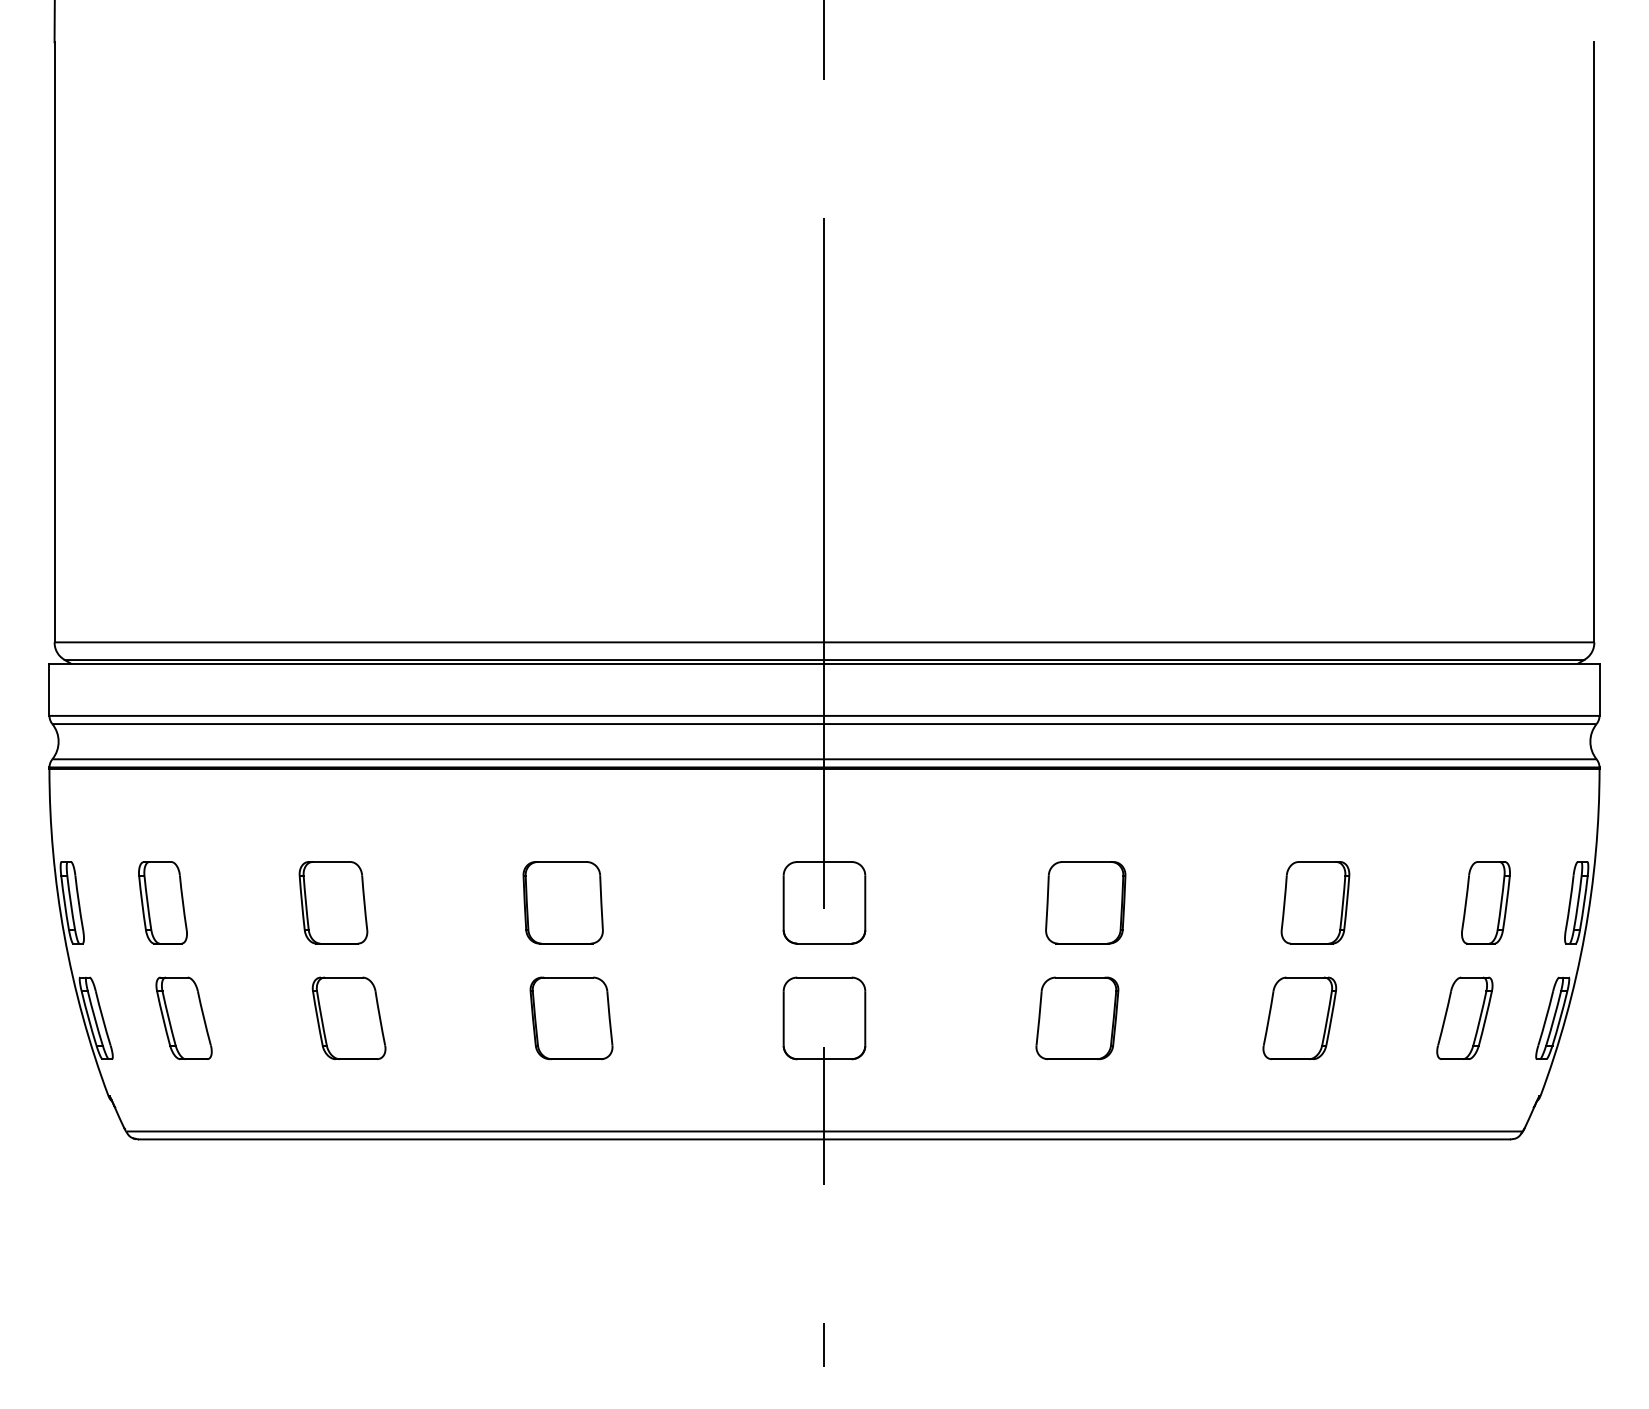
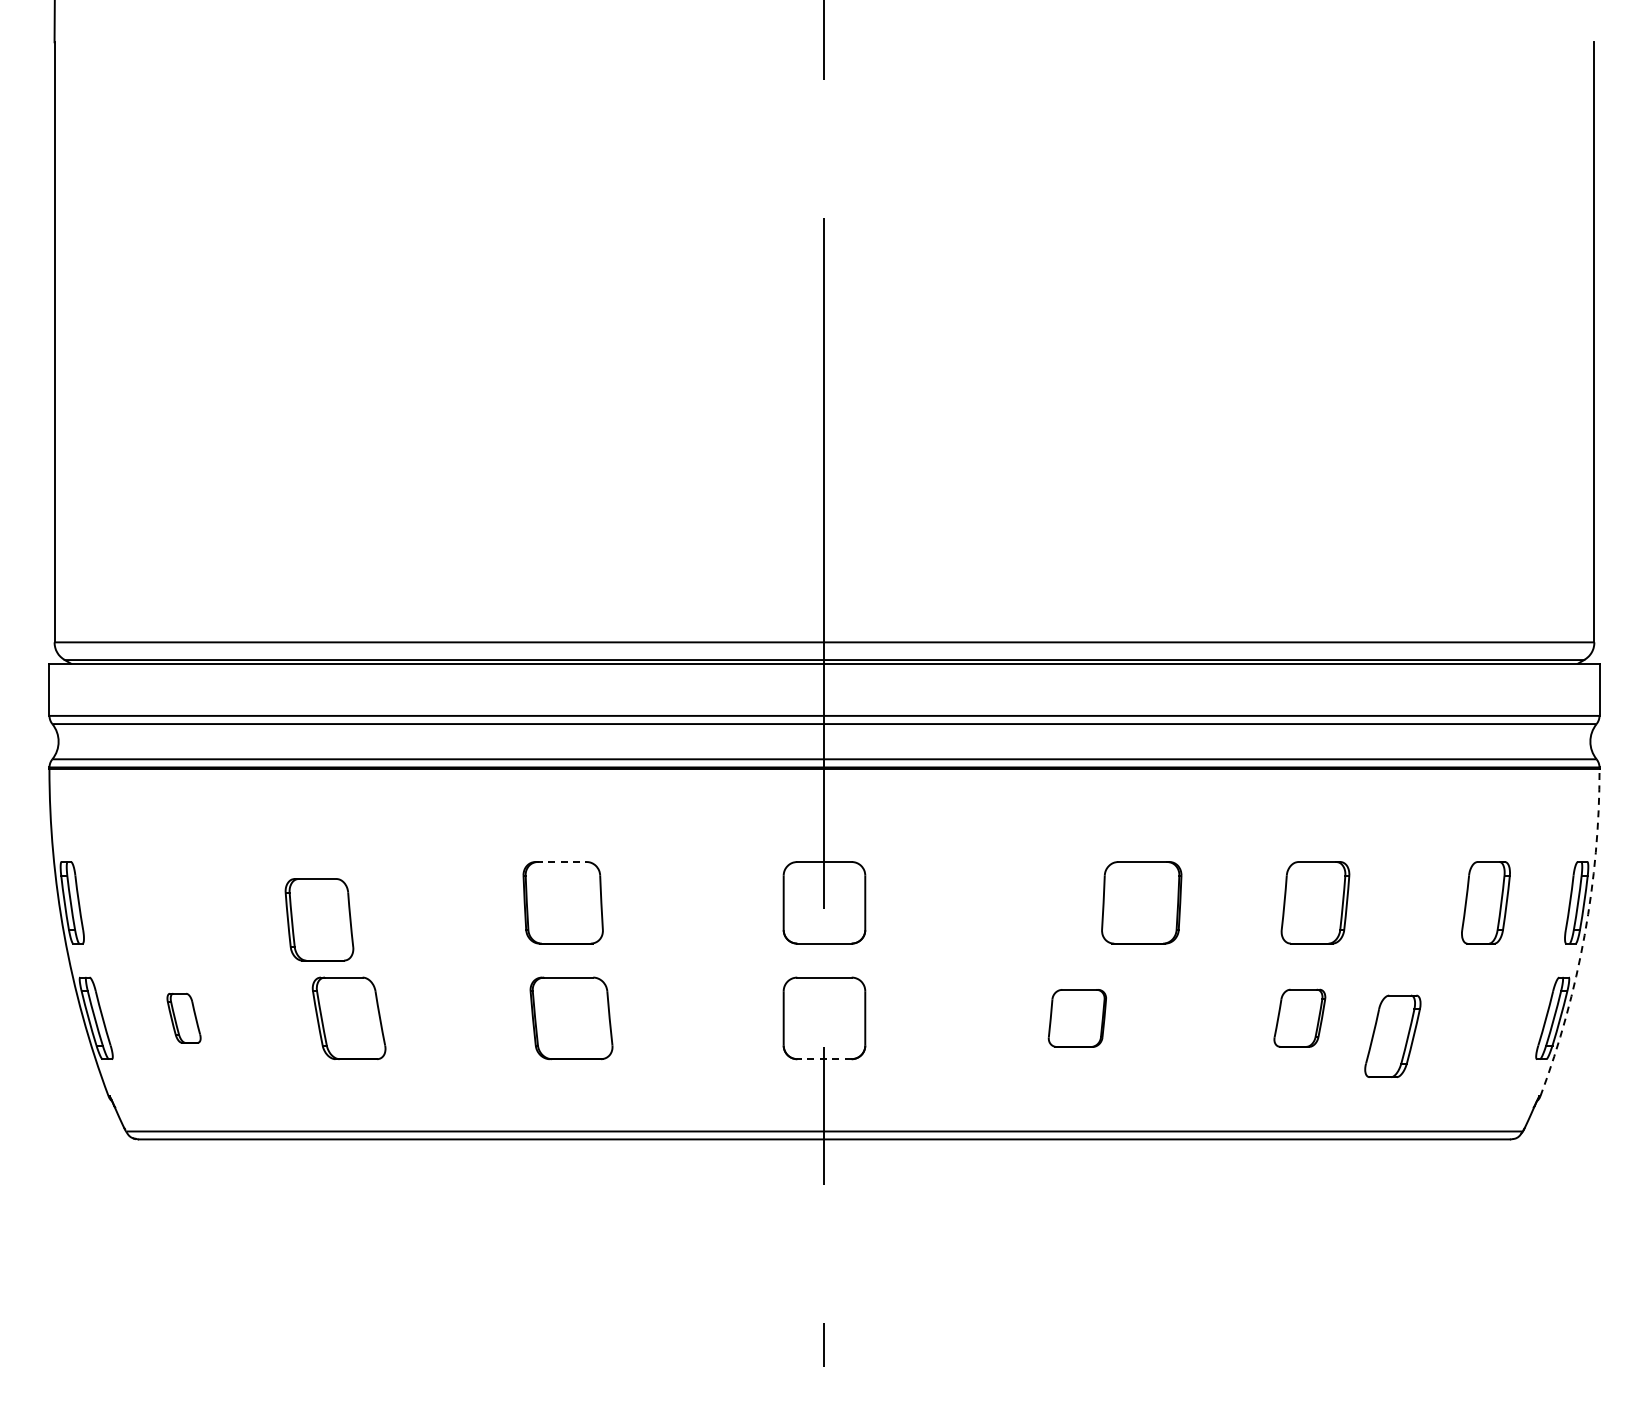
line at (561, 862): solid -> dashed
part at (162, 902): present -> none
part at (333, 902) position: (333, 902) -> (319, 919)
part at (1085, 902) position: (1085, 902) -> (1141, 902)
arc at (1584, 935): solid -> dashed
part at (183, 1017) size: 58x84 px -> 36x52 px
part at (1299, 1017) size: 76x84 px -> 54x60 px
part at (1464, 1017) position: (1464, 1017) -> (1392, 1035)
part at (1077, 1018) size: 85x85 px -> 60x59 px
line at (823, 1059): solid -> dashed
